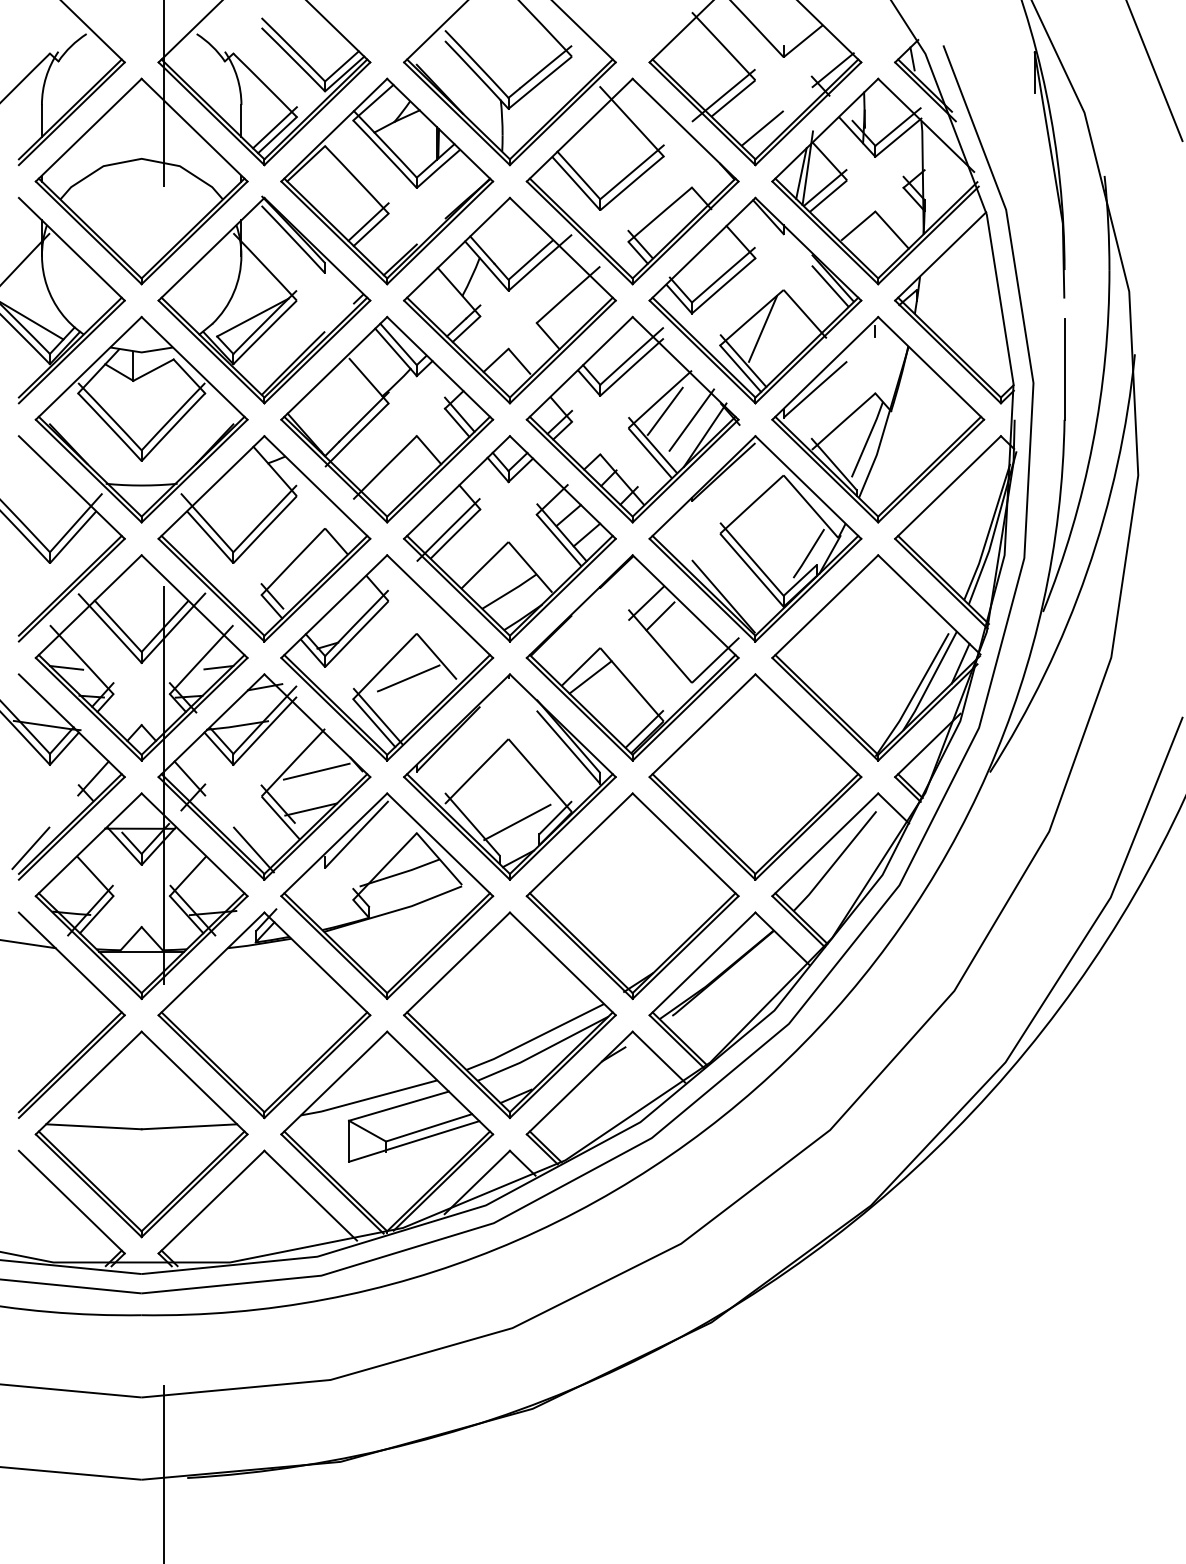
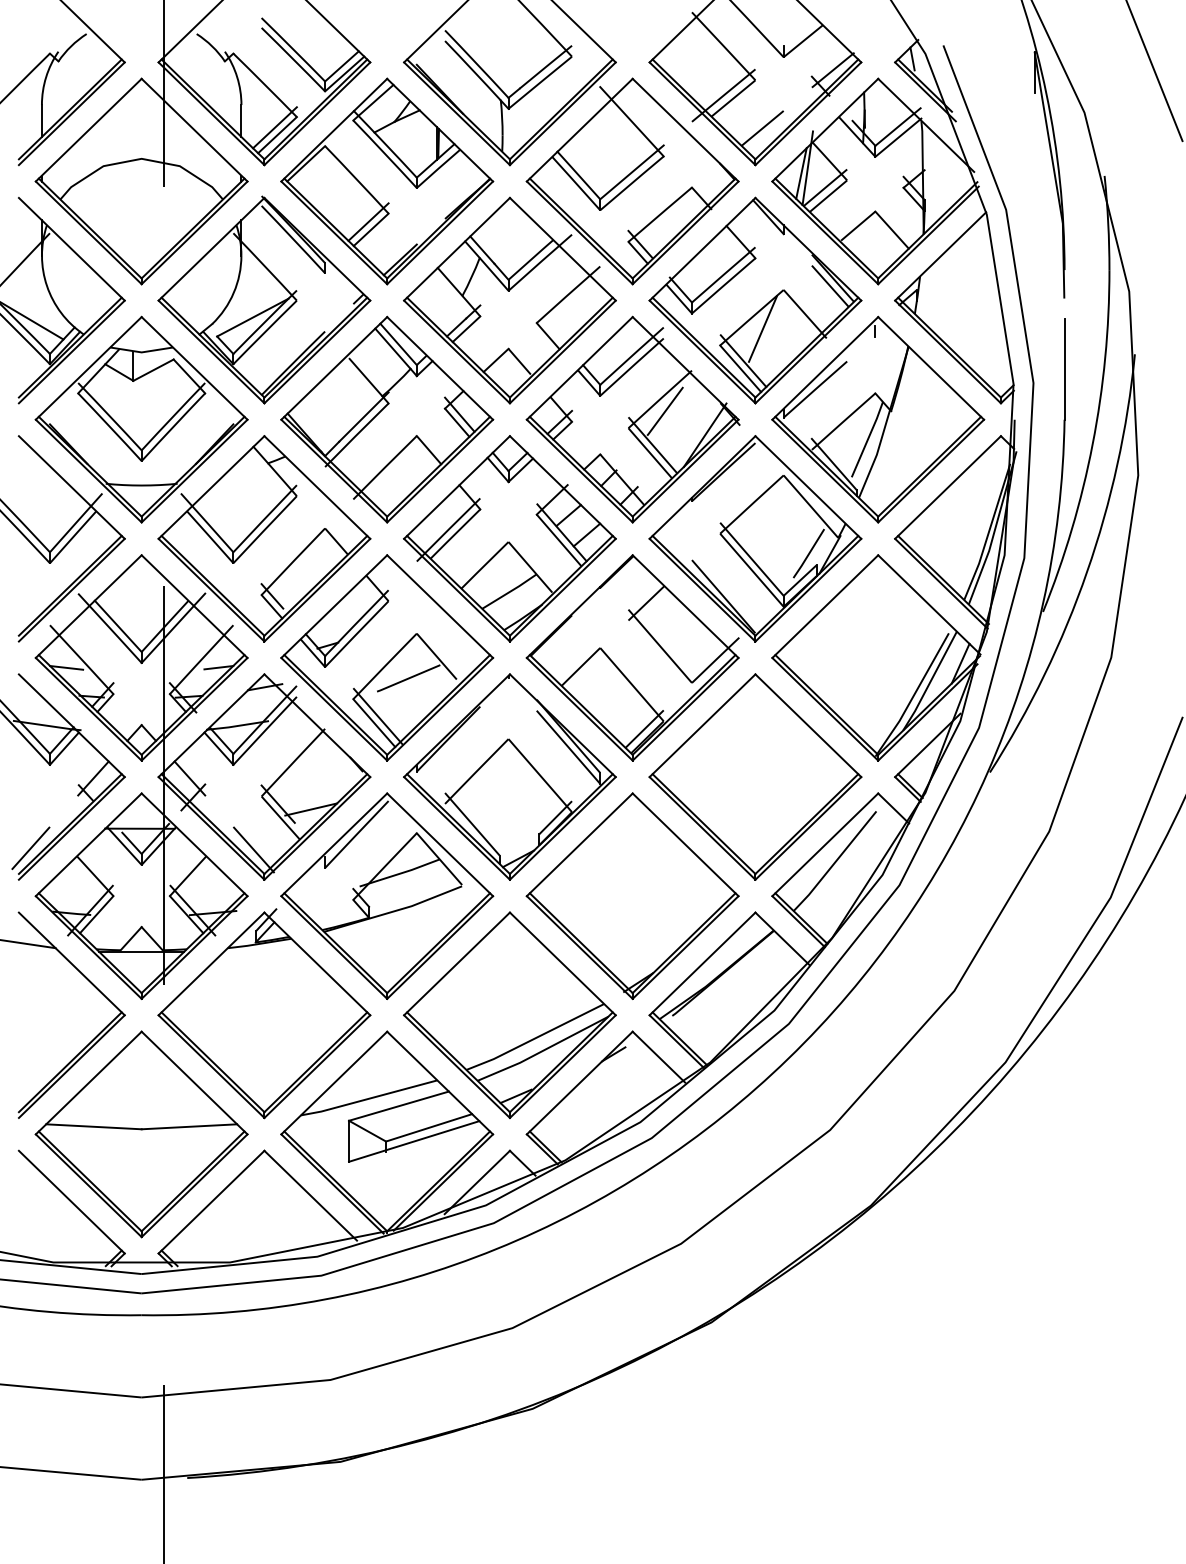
line at (691, 419): present -> none
line at (660, 616): present -> none
line at (590, 677): present -> none
line at (316, 771): present -> none
line at (517, 822): present -> none
